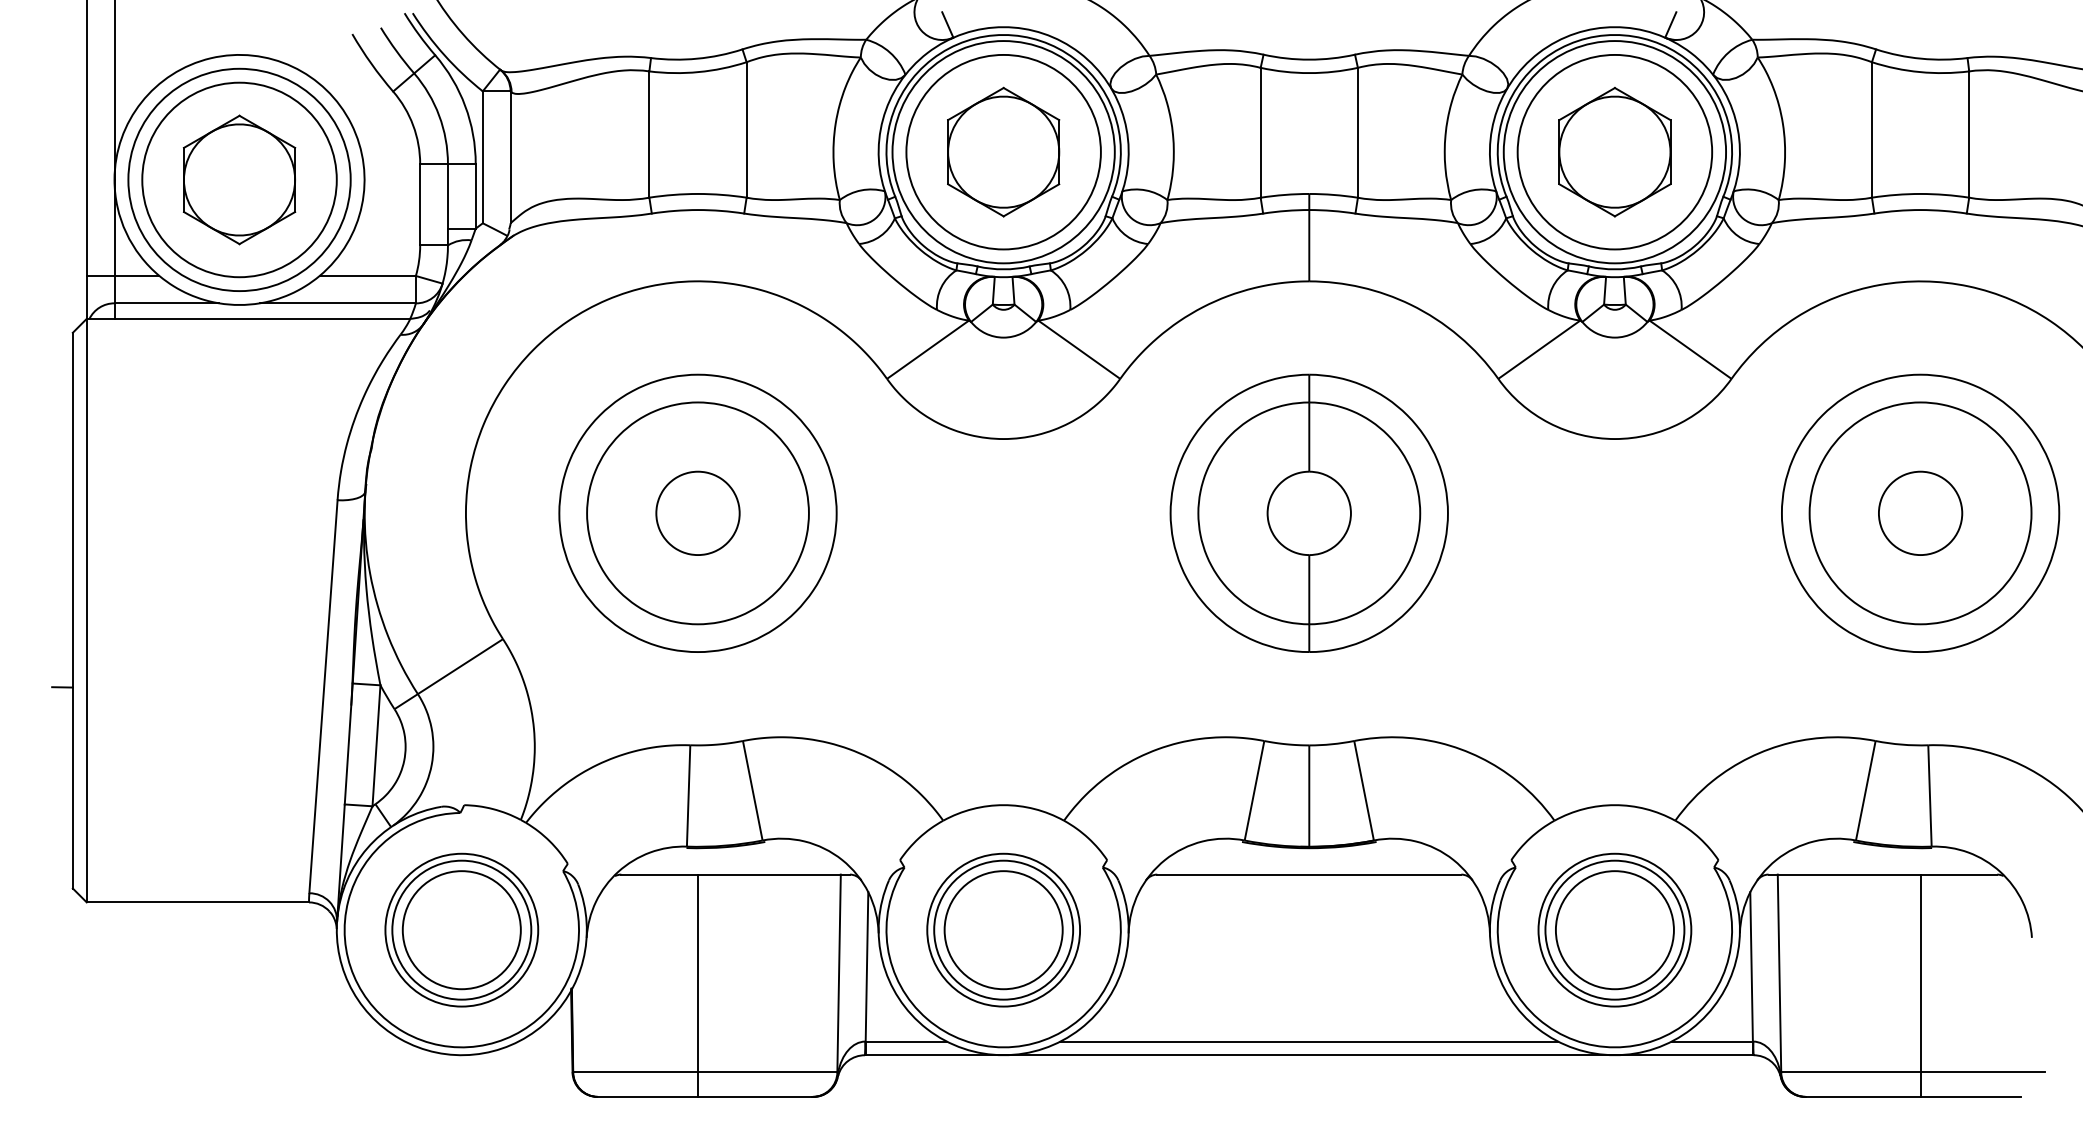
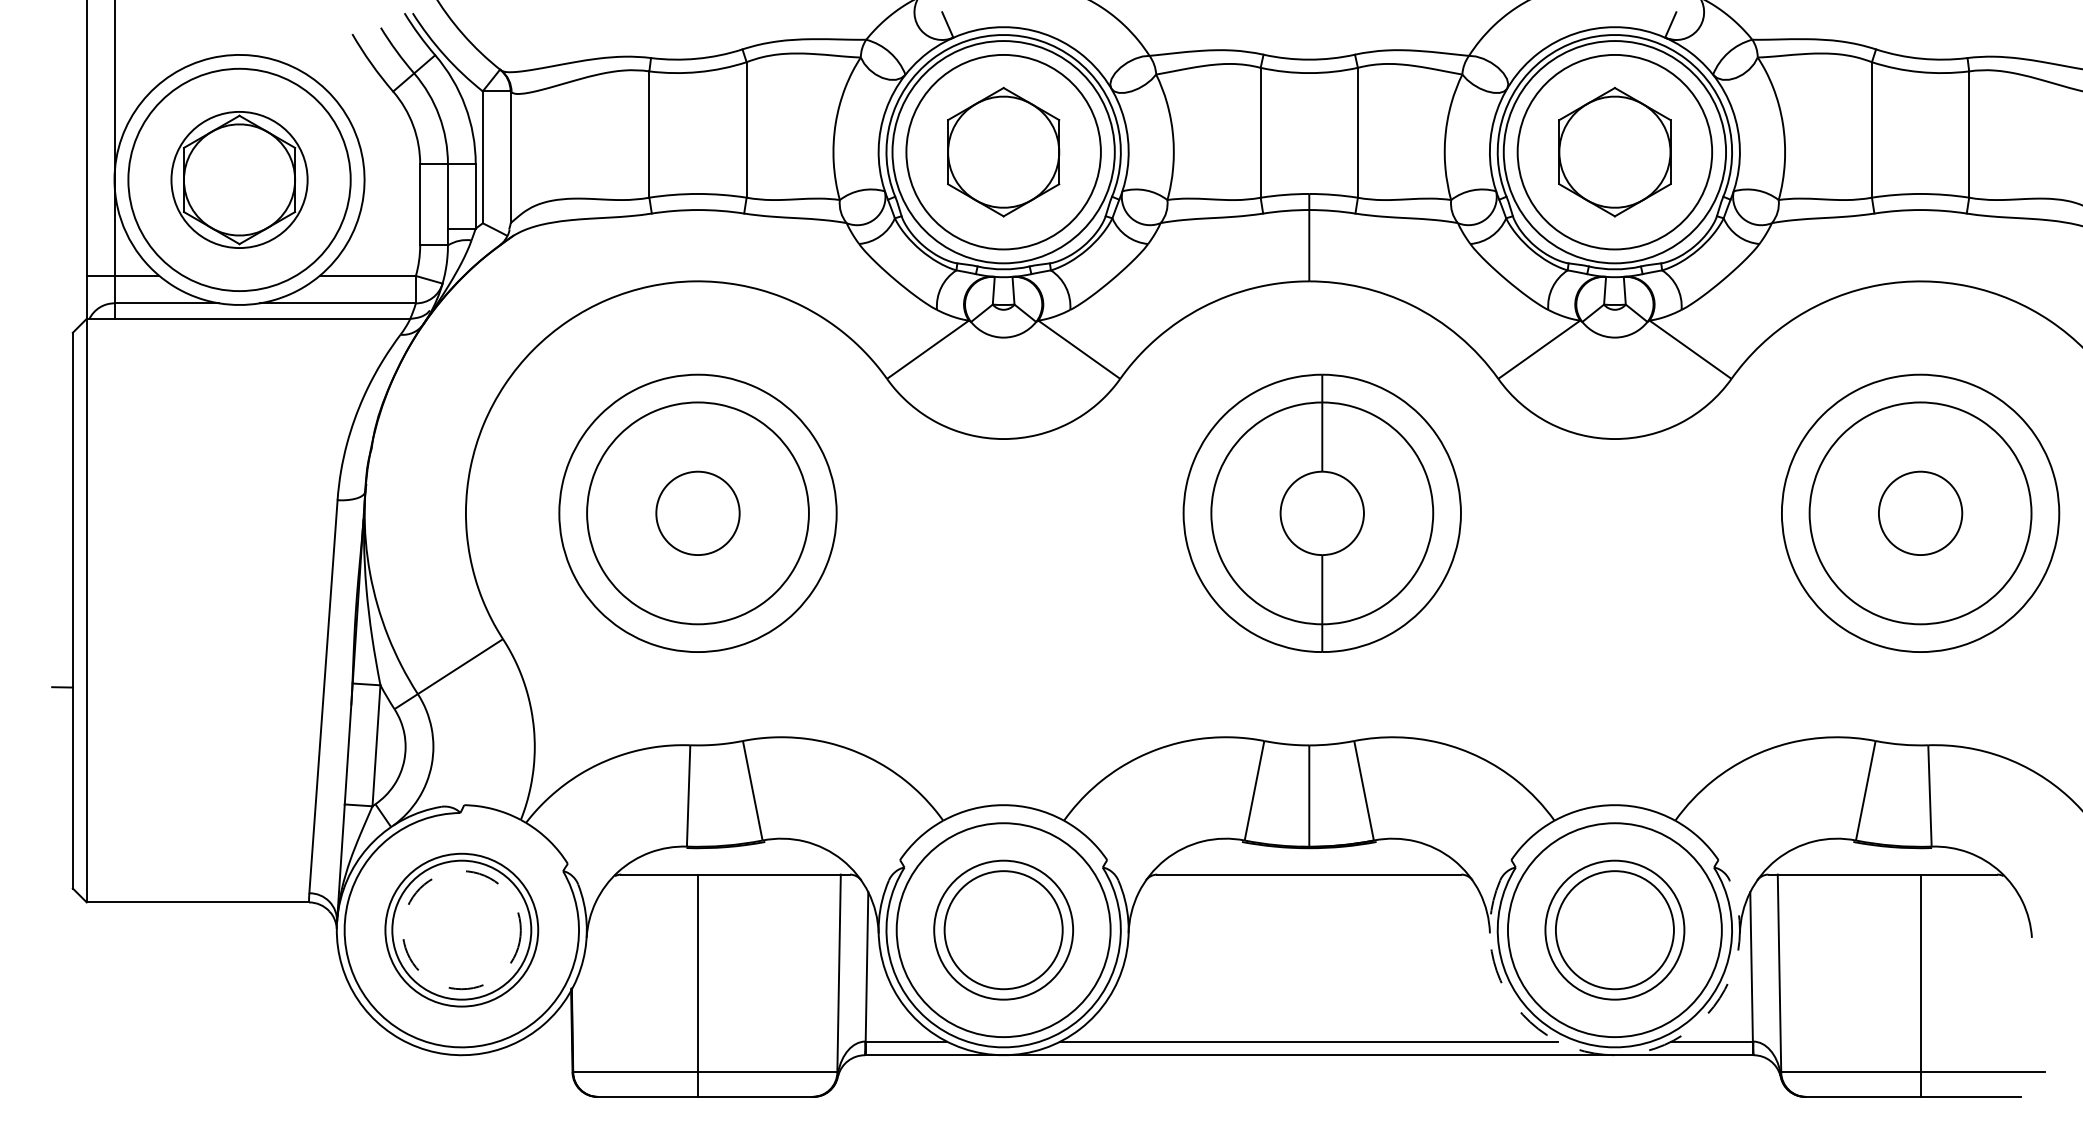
circle at (239, 179) diameter: 195 px -> 136 px
part at (1308, 512) position: (1308, 512) -> (1321, 512)
circle at (1003, 929) diameter: 153 px -> 214 px
circle at (1614, 929) diameter: 153 px -> 214 px
circle at (461, 930): solid -> dashed
arc at (1614, 1055): solid -> dashed
